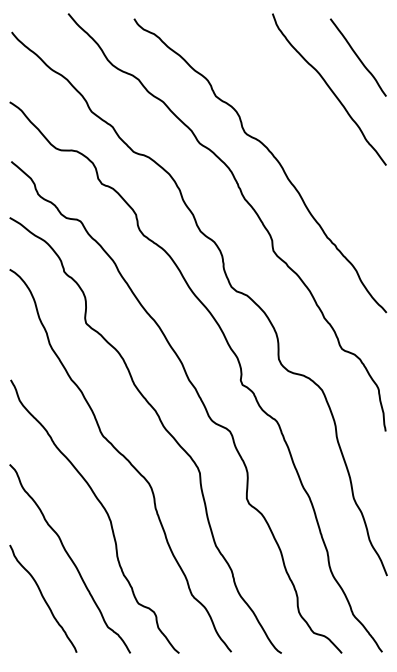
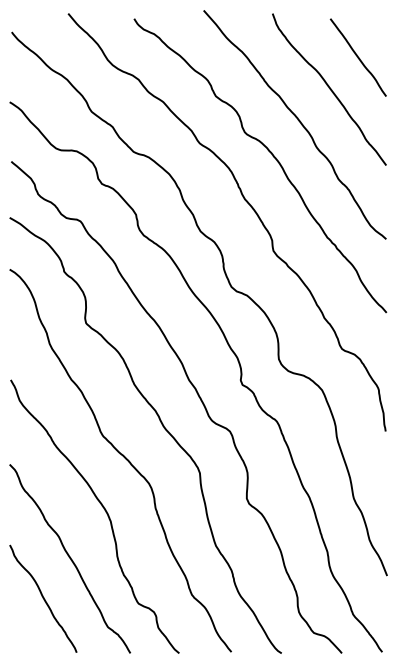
curve at (297, 120): none -> present
